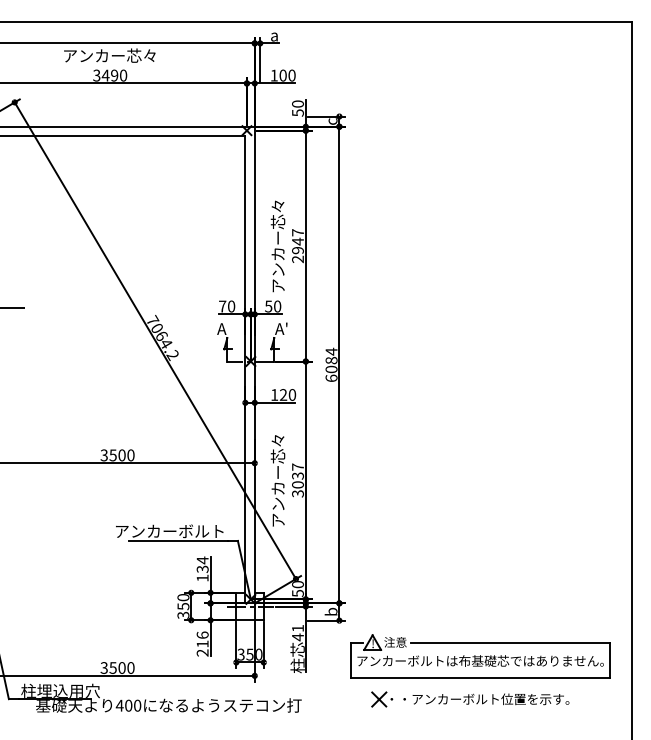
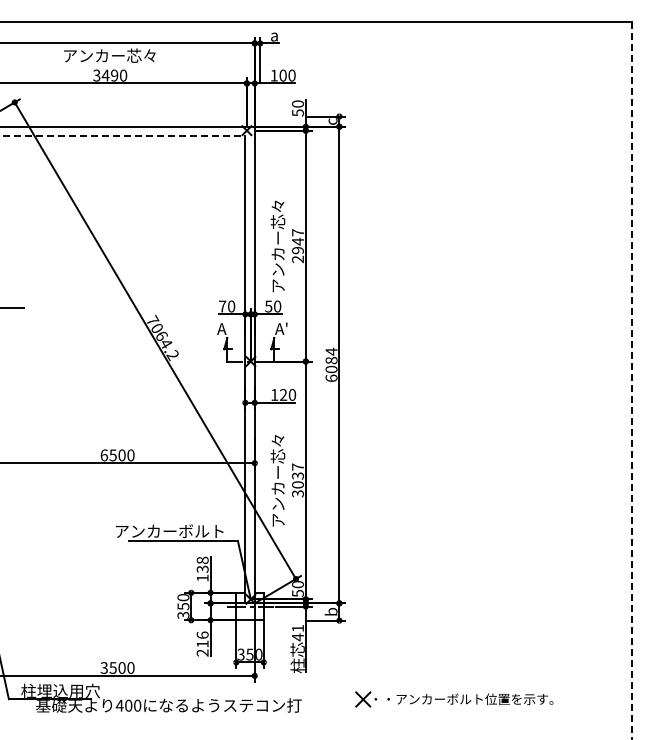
line at (123, 136): solid -> dashed
line at (631, 381): solid -> dashed
text at (103, 455): 3500 -> 6500
text at (202, 560): 134 -> 138
part at (480, 656): present -> none
part at (470, 699) position: (470, 699) -> (454, 699)
